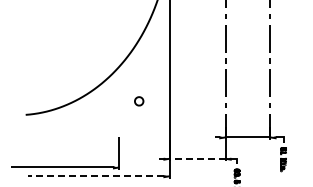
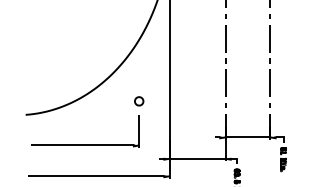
line at (197, 158): dashed -> solid
part at (65, 166) position: (65, 166) -> (85, 144)
line at (95, 176): dashed -> solid
